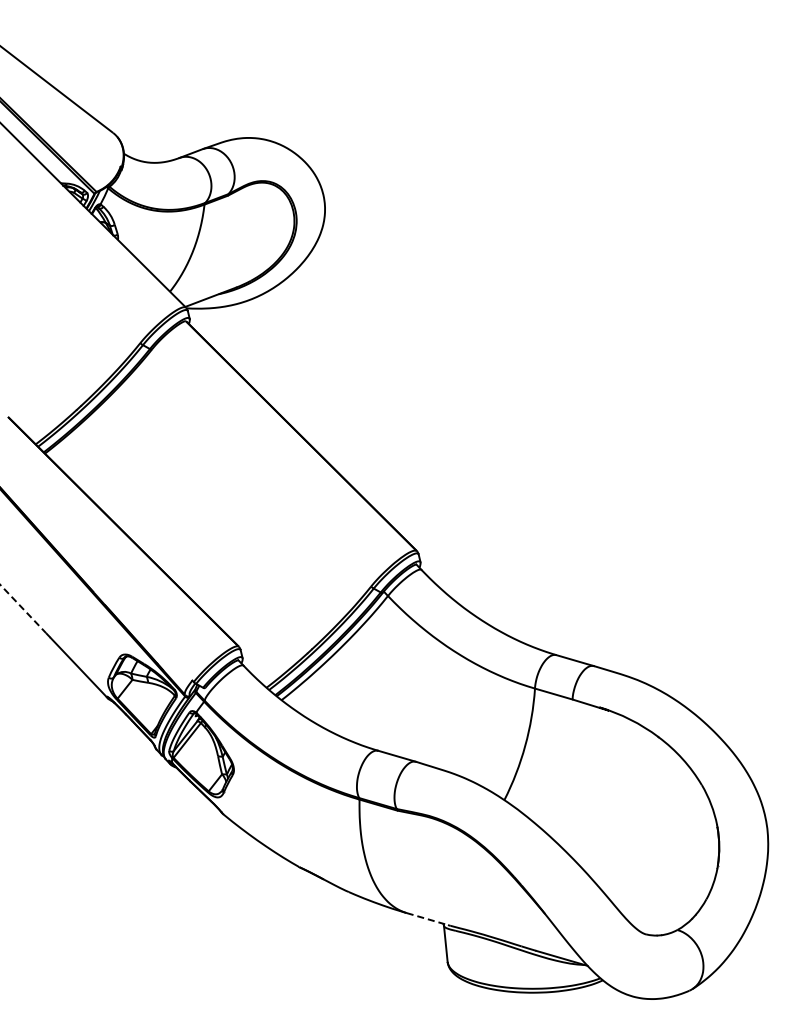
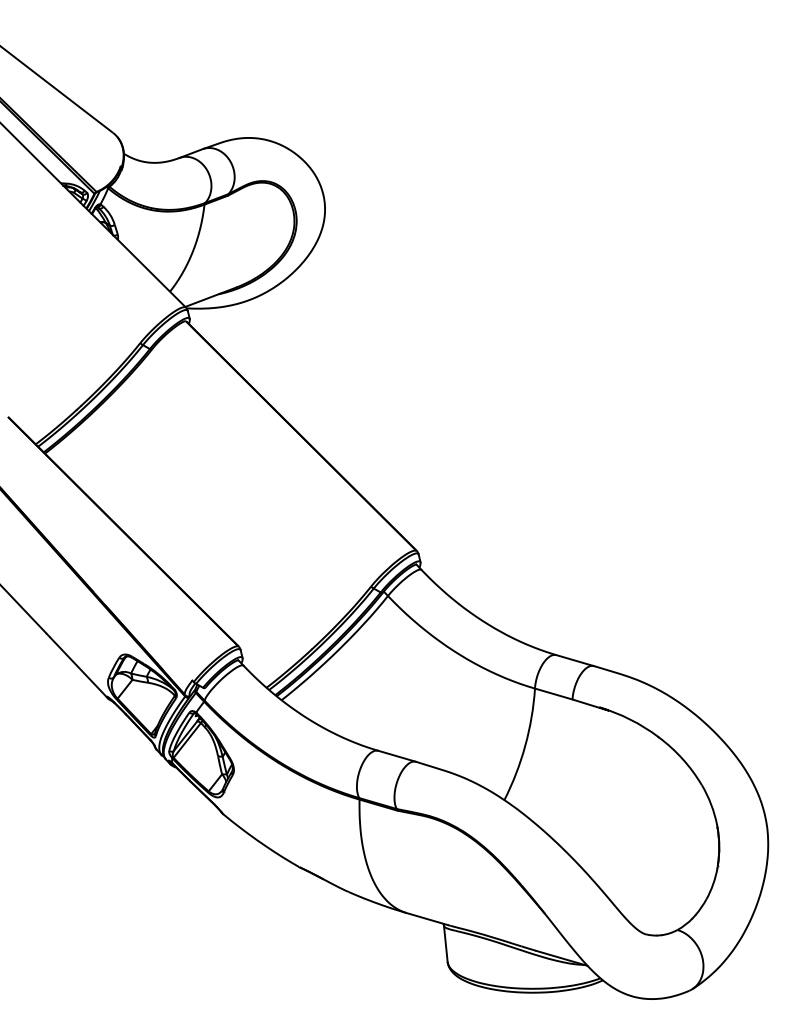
line at (23, 609): dashed -> solid
line at (427, 919): dashed -> solid
